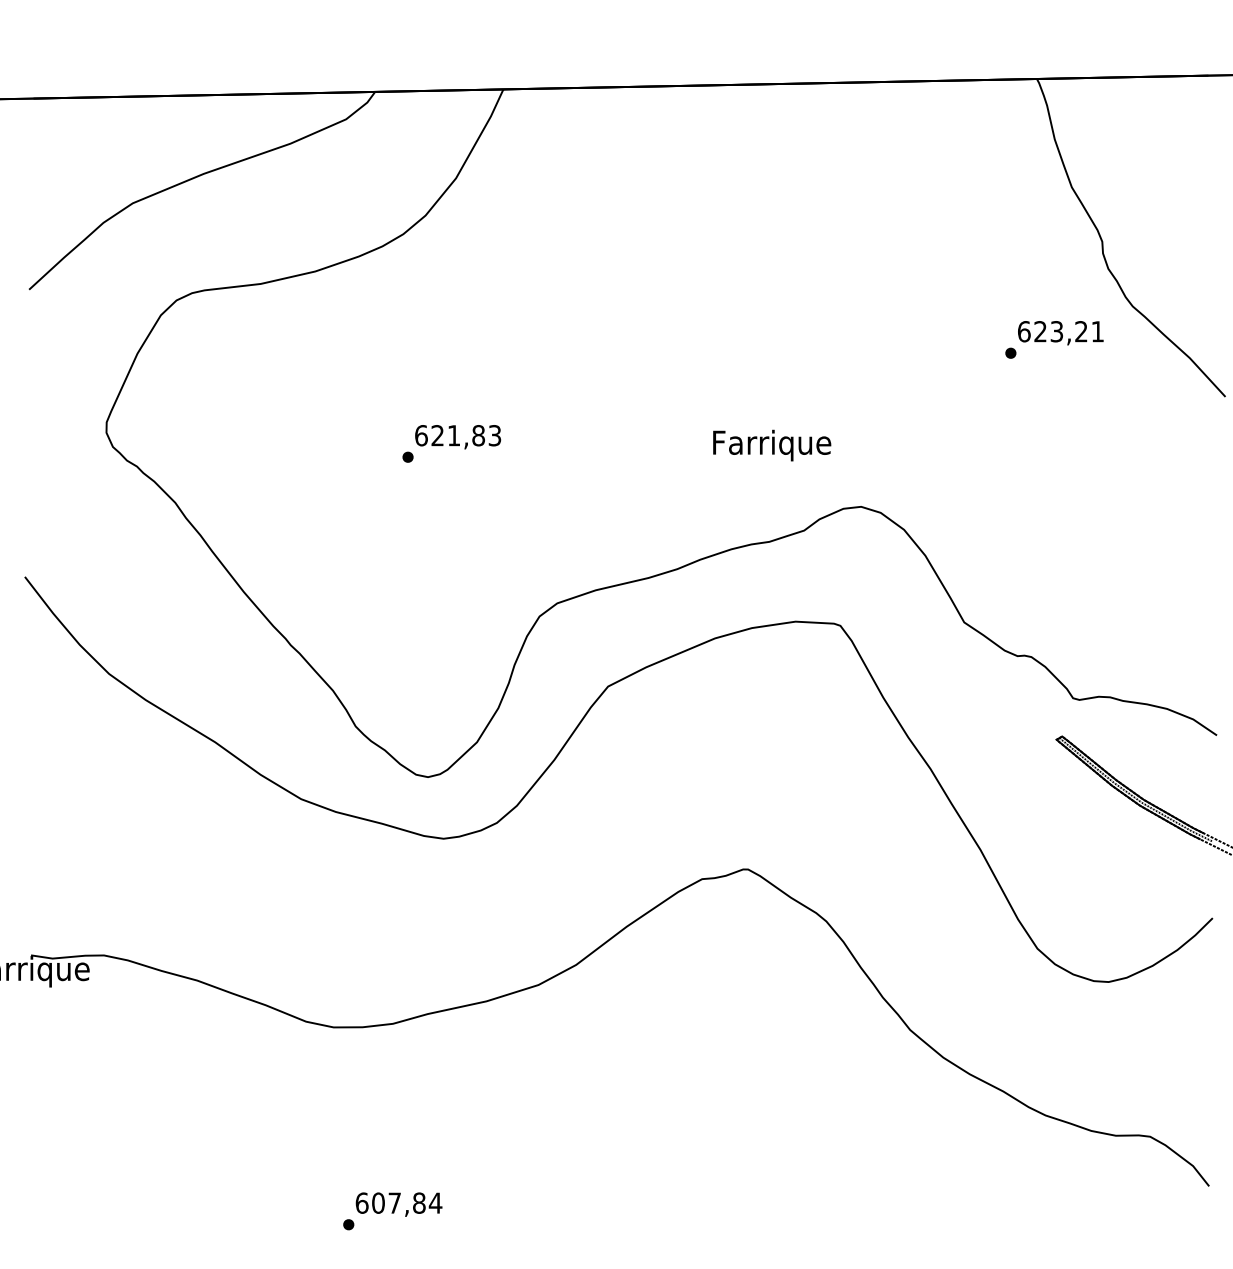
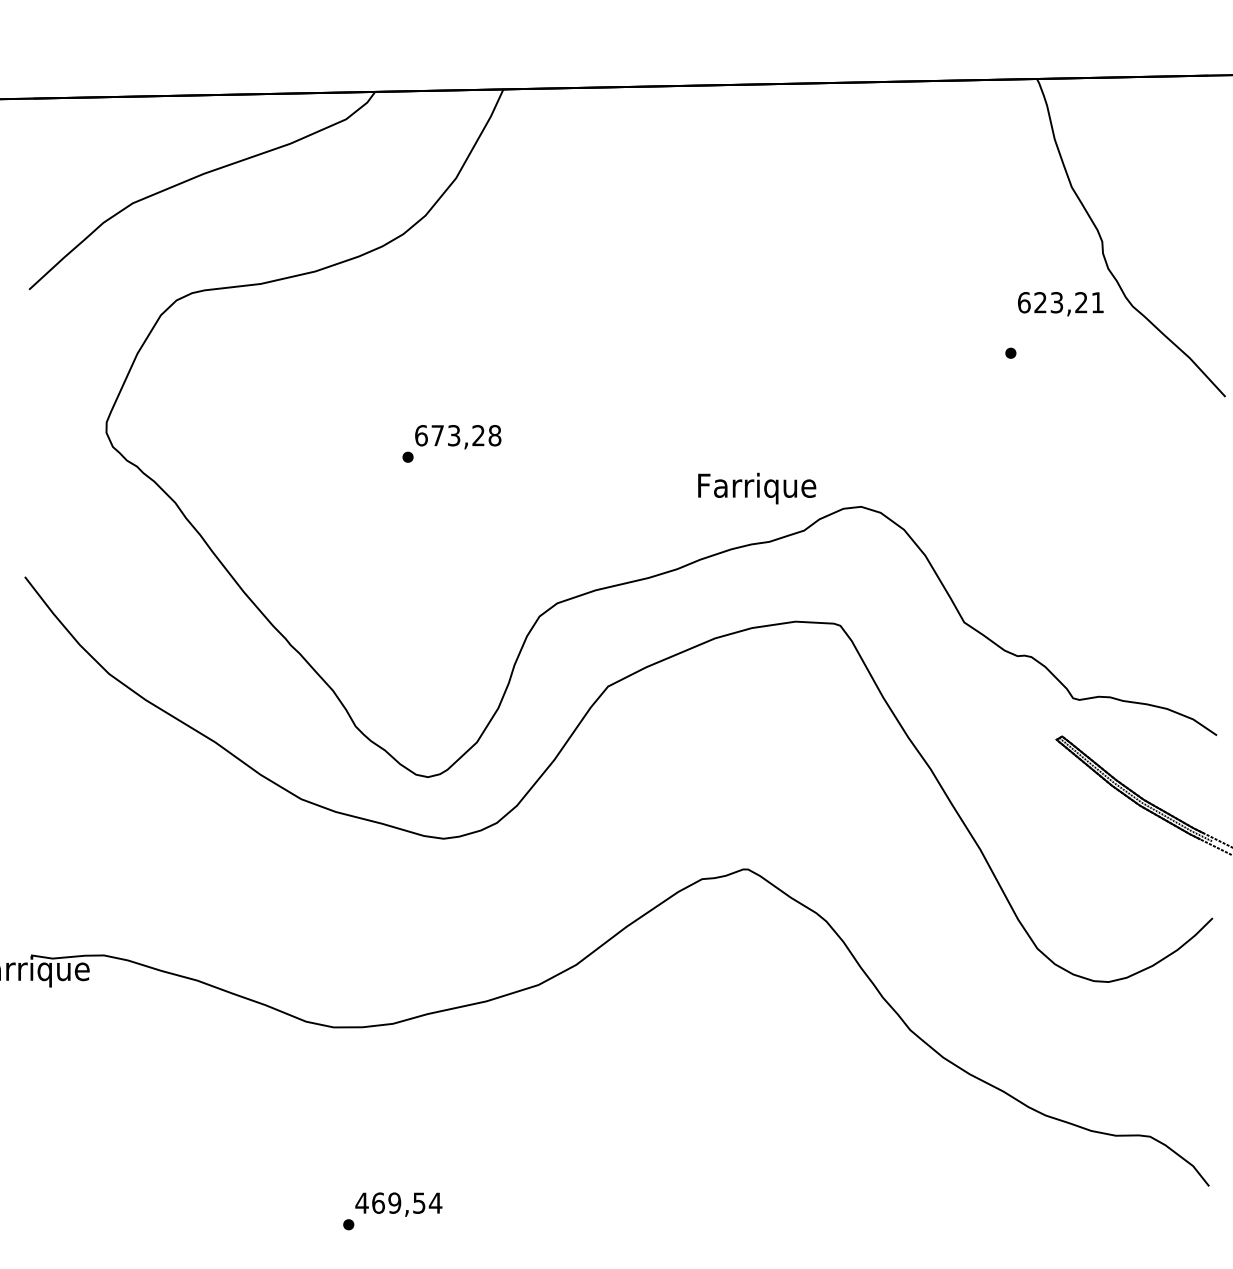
text at (1060, 333) position: (1060, 333) -> (1060, 304)
text at (466, 435): 621,83 -> 673,28
text at (772, 445) position: (772, 445) -> (757, 488)
text at (390, 1202): 607,84 -> 469,54
